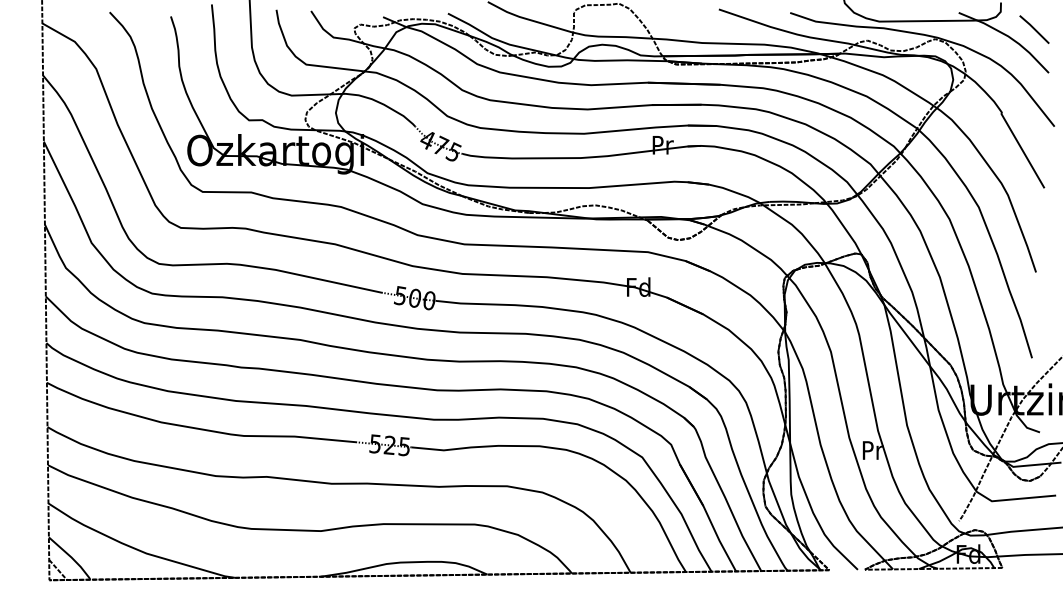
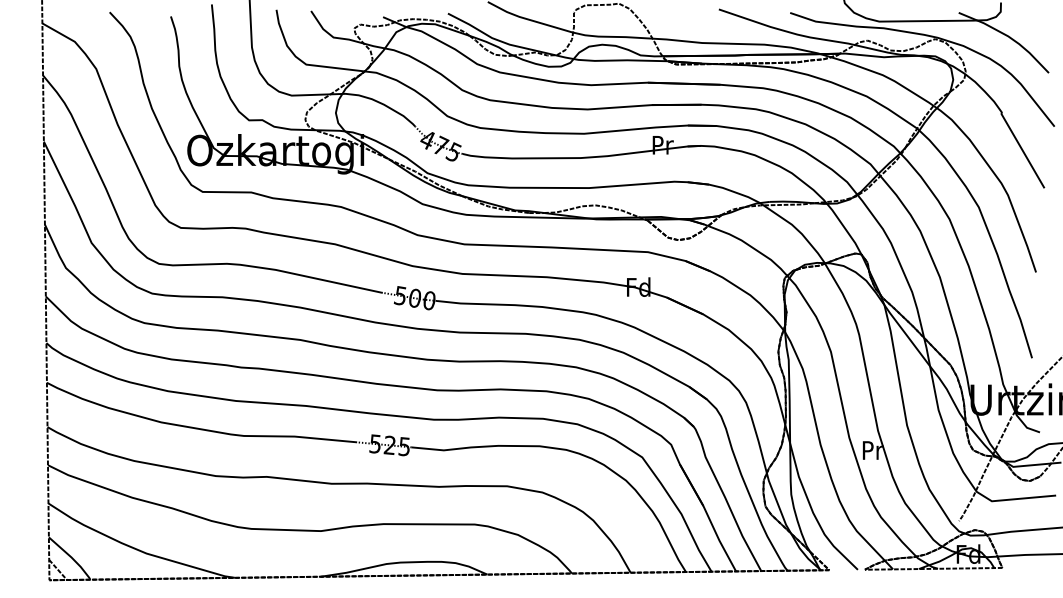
line at (1034, 29): present -> none
